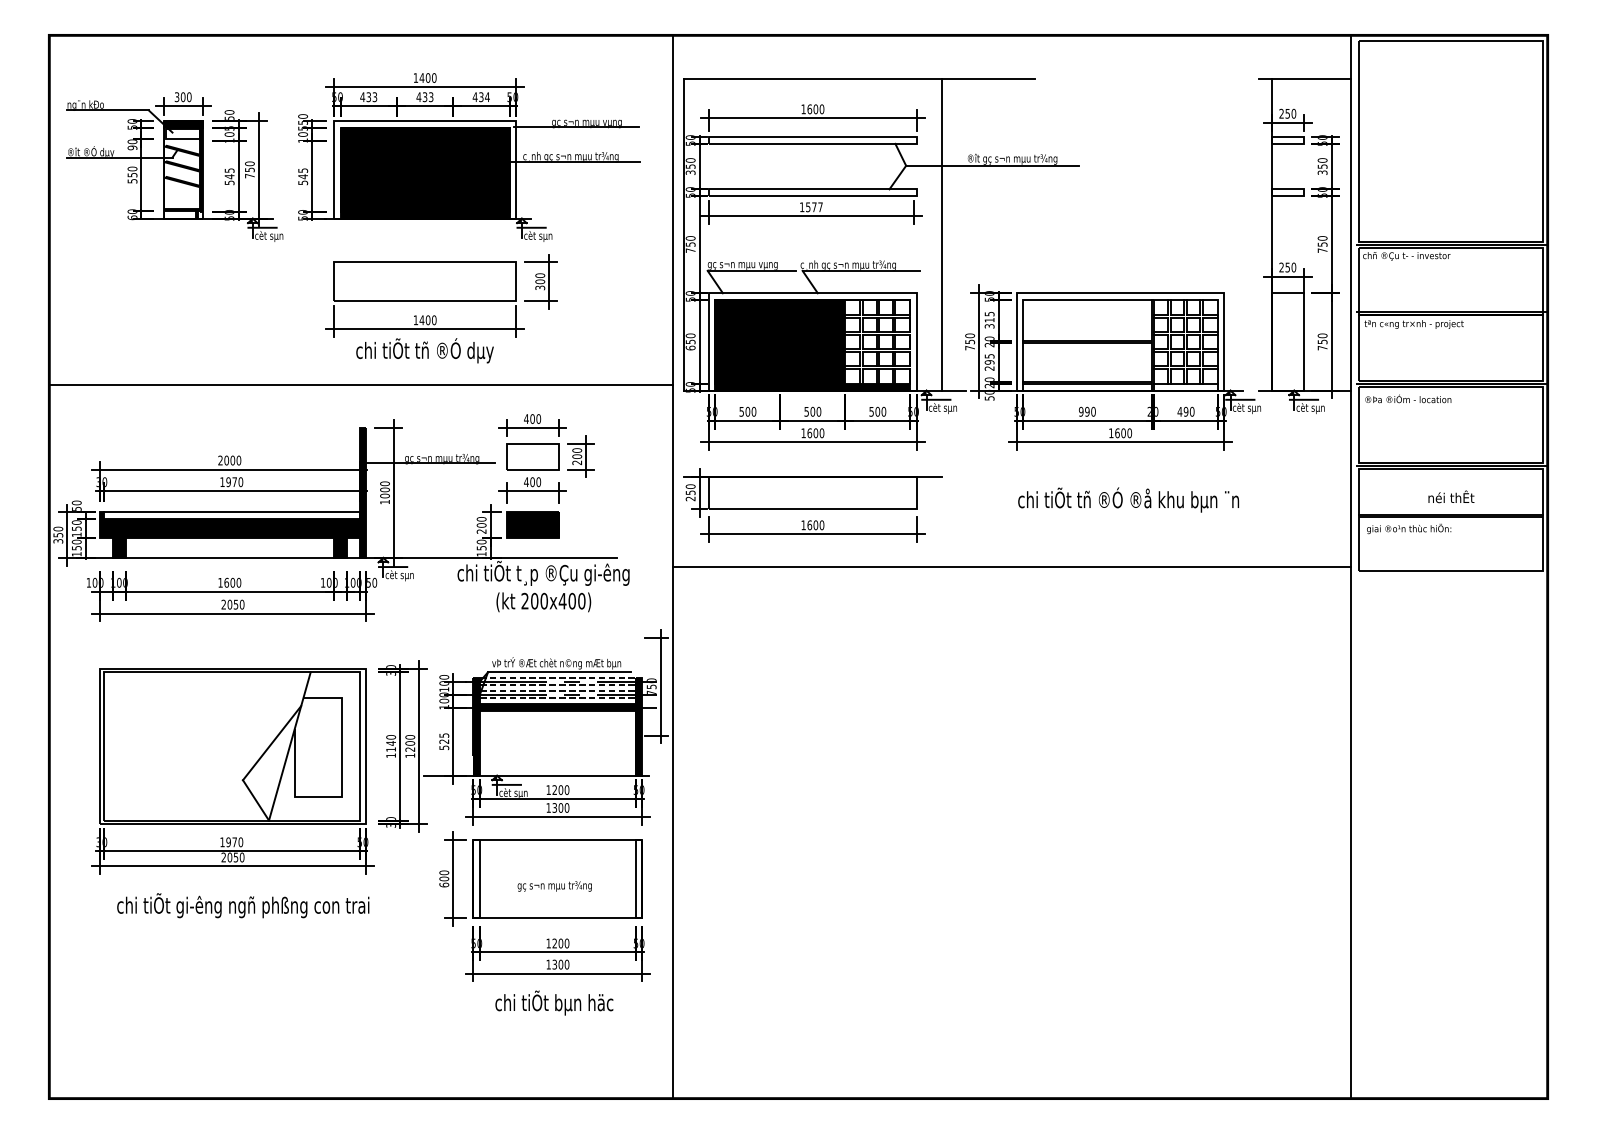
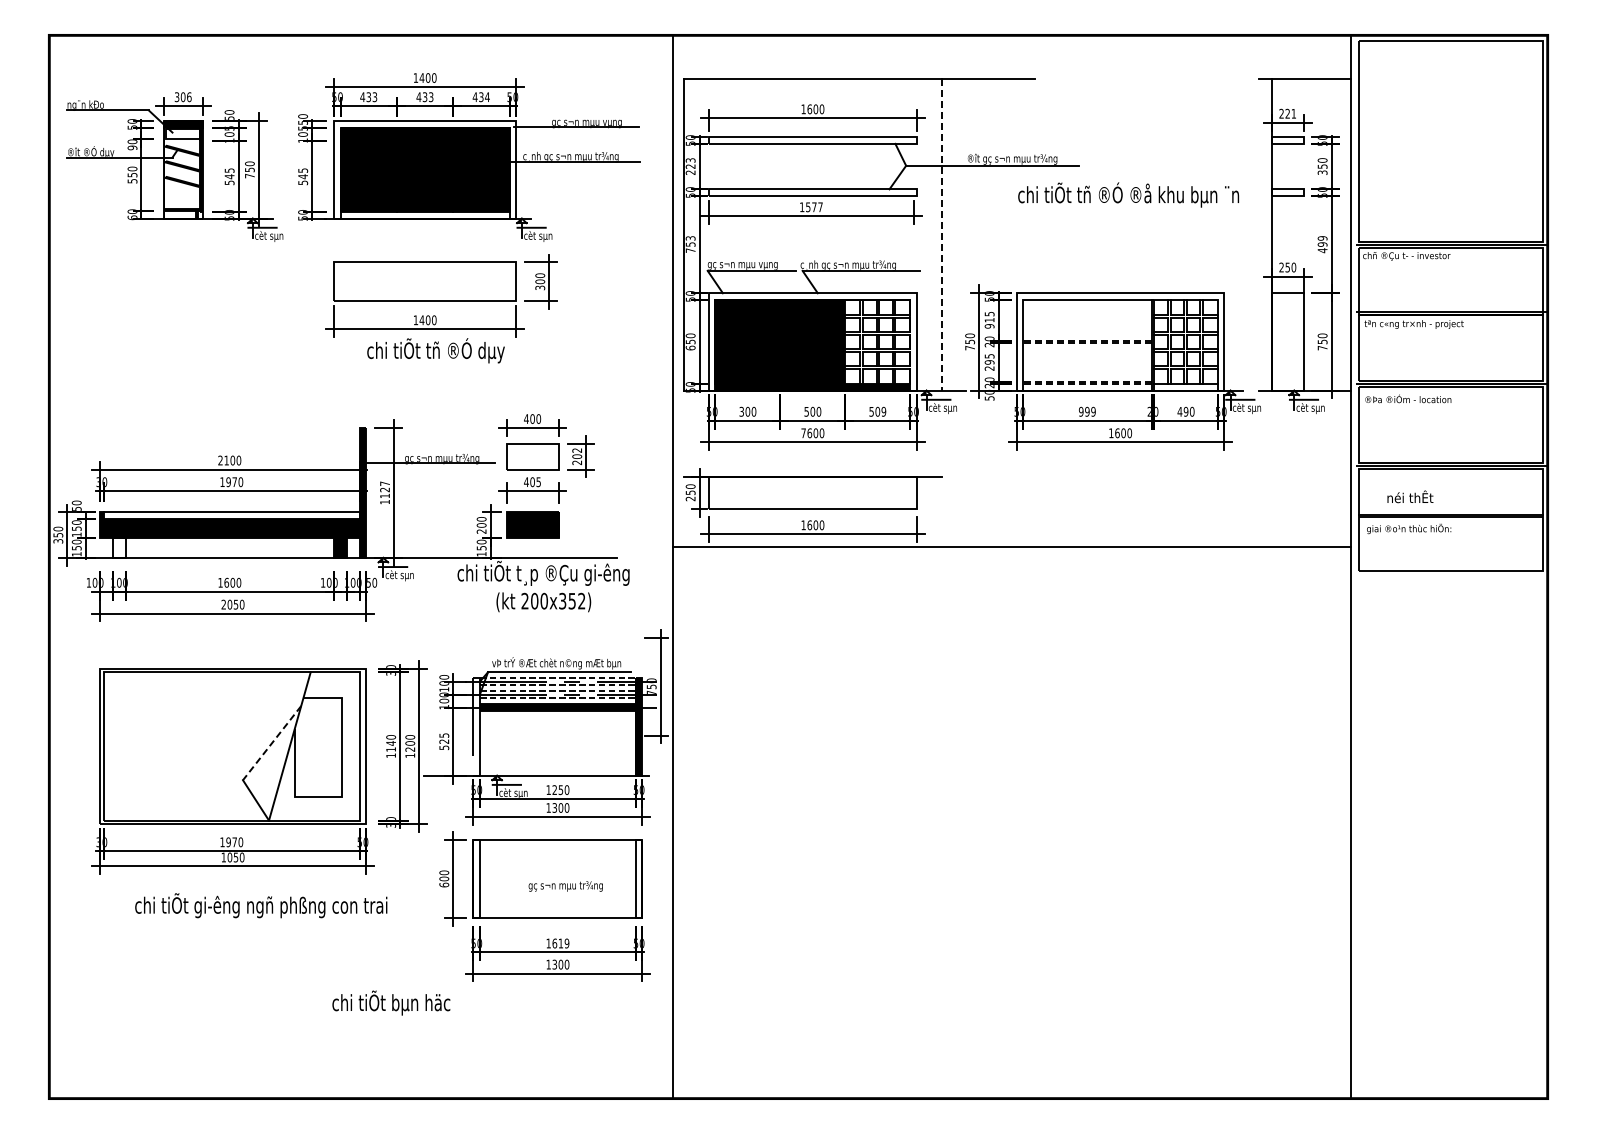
text at (189, 96): 300 -> 306
text at (1290, 113): 250 -> 221
text at (690, 166): 350 -> 223
fill at (424, 215): present -> none
line at (942, 234): solid -> dashed
text at (690, 238): 750 -> 753
text at (1322, 244): 750 -> 499
text at (989, 326): 315 -> 915
line at (1023, 342): solid -> dashed
text at (424, 350) position: (424, 350) -> (435, 350)
line at (1023, 383): solid -> dashed
line at (360, 384): present -> none
text at (741, 410): 500 -> 300
text at (883, 411): 500 -> 509
text at (1093, 411): 990 -> 999
text at (803, 433): 1600 -> 7600
text at (577, 450): 200 -> 202
text at (226, 460): 2000 -> 2100
text at (538, 482): 400 -> 405
text at (384, 489): 1000 -> 1127
text at (1451, 496) position: (1451, 496) -> (1410, 496)
text at (1128, 499) position: (1128, 499) -> (1128, 194)
fill at (118, 547): present -> none
line at (1011, 566) position: (1011, 566) -> (1011, 546)
text at (571, 600): 200x400) -> 200x352)
fill at (476, 726): present -> none
line at (271, 743): solid -> dashed
text at (560, 789): 1200 -> 1250
text at (223, 857): 2050 -> 1050
text at (554, 886) position: (554, 886) -> (565, 886)
text at (243, 905) position: (243, 905) -> (261, 905)
text at (560, 943): 1200 -> 1619
text at (554, 1002) position: (554, 1002) -> (391, 1002)
